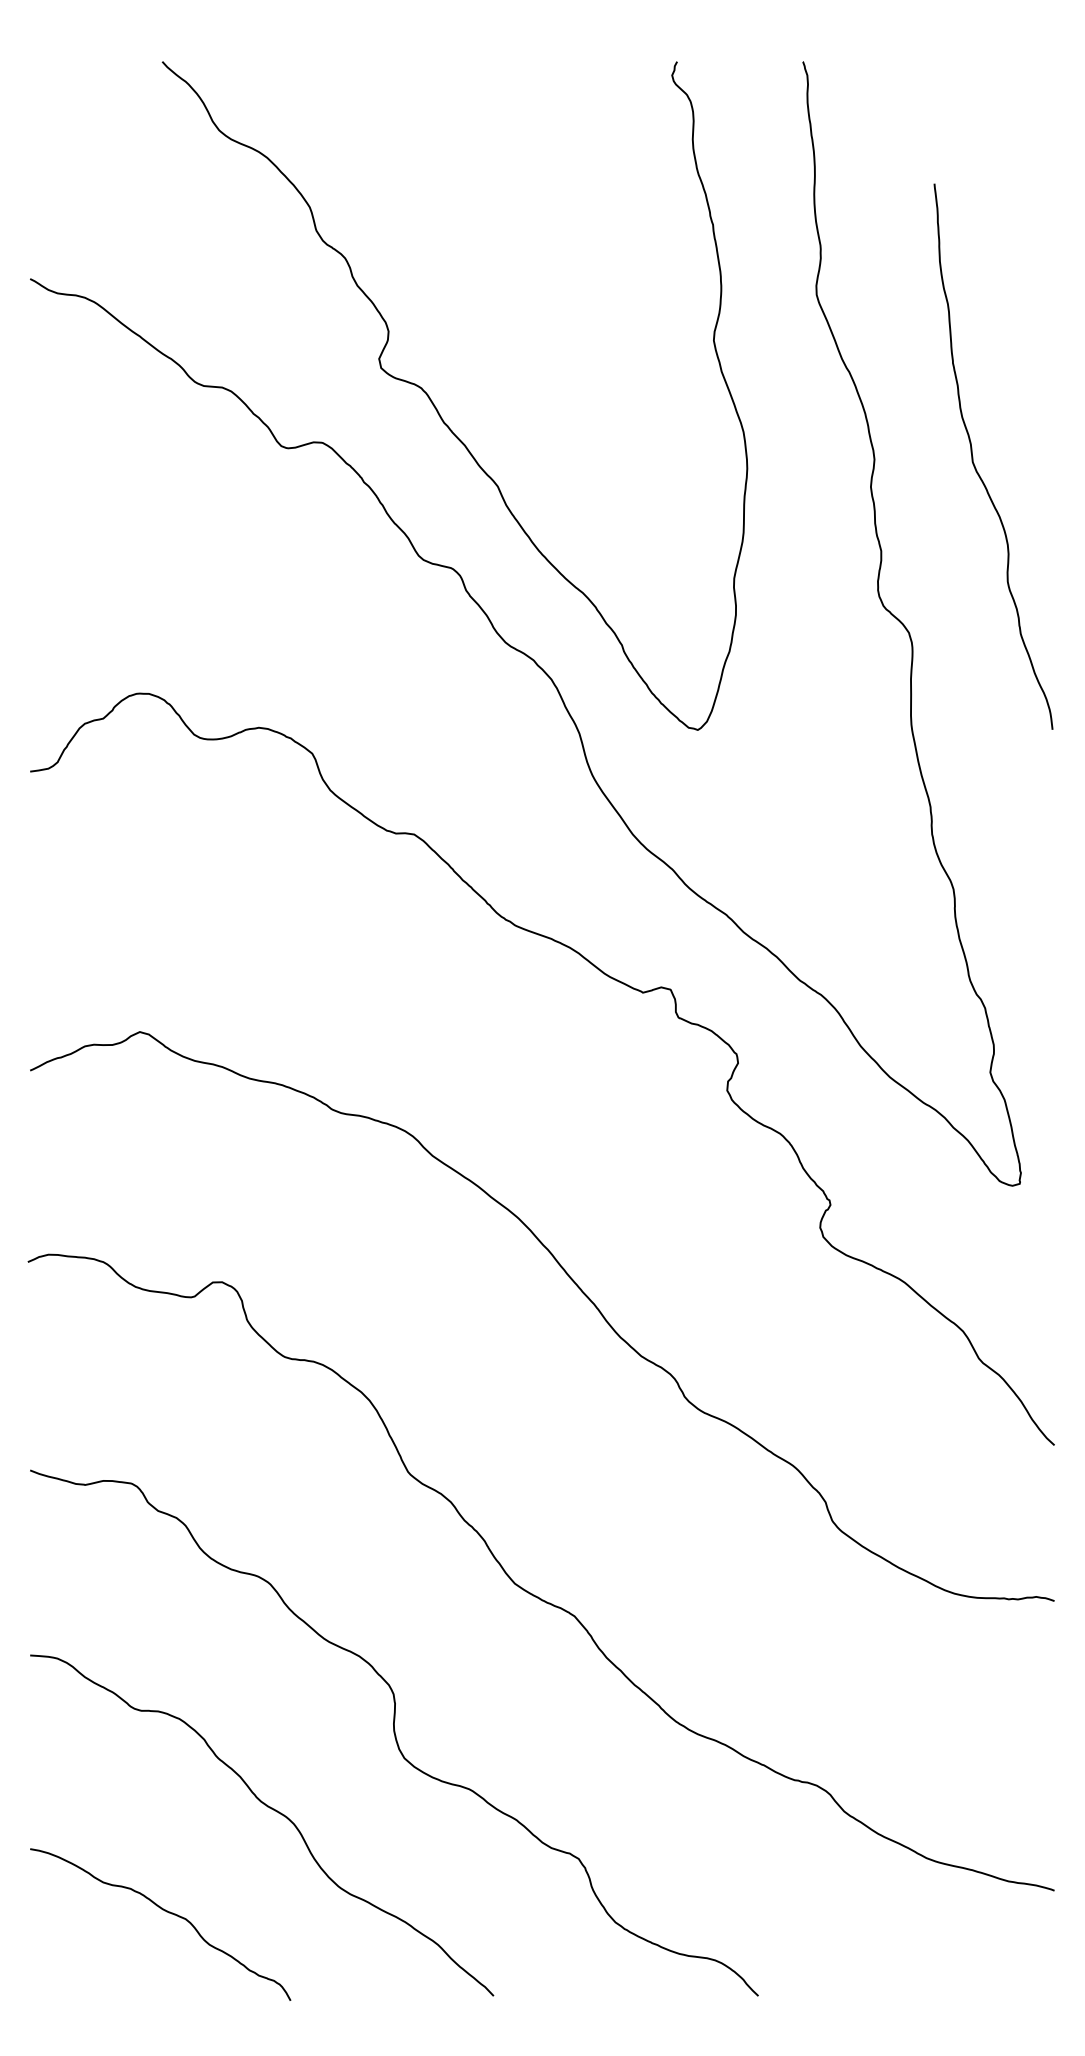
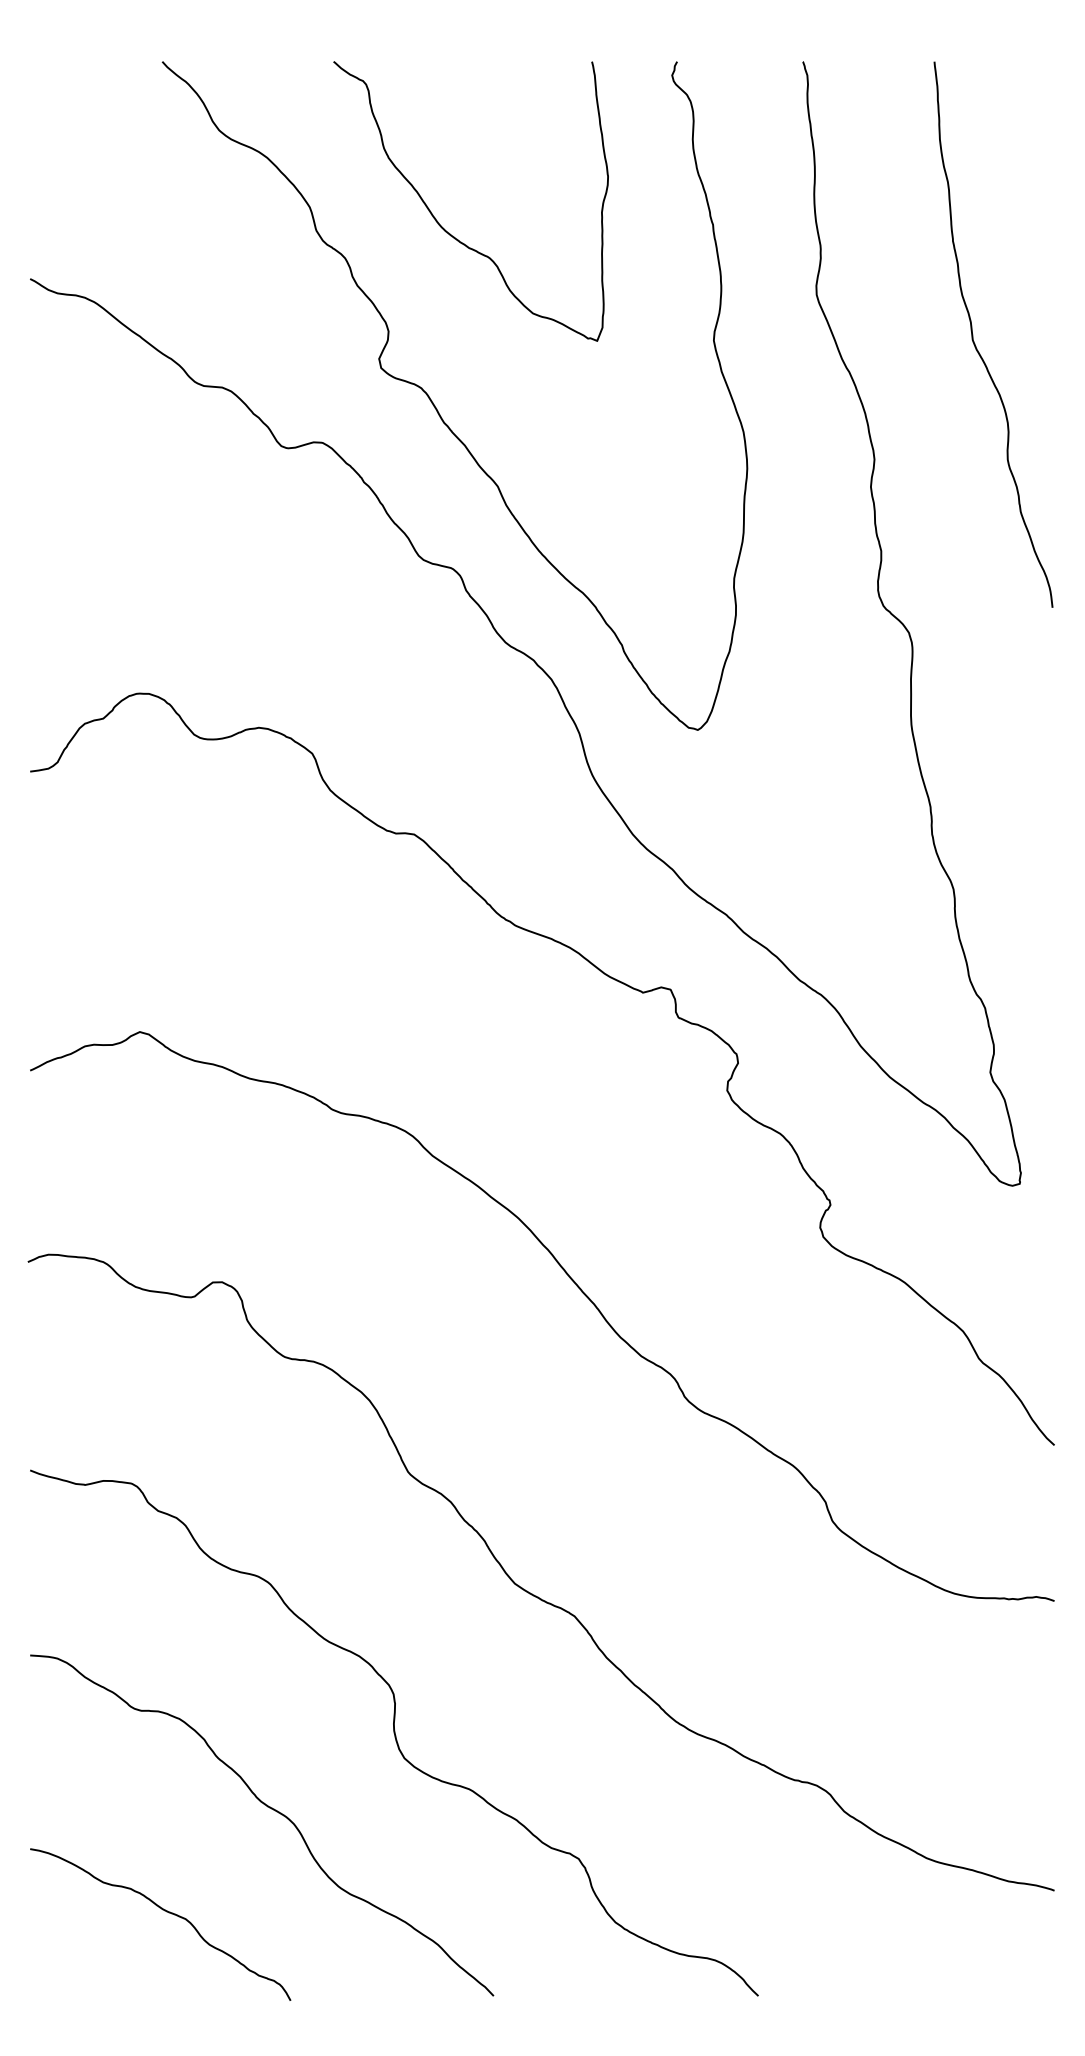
curve at (449, 232): none -> present
curve at (973, 456) position: (973, 456) -> (973, 334)
